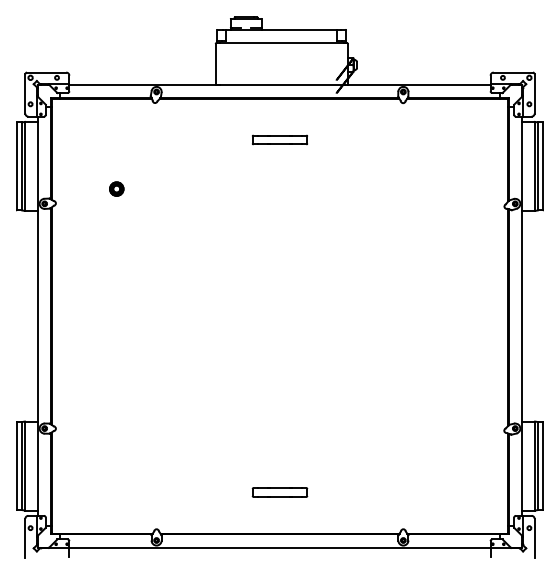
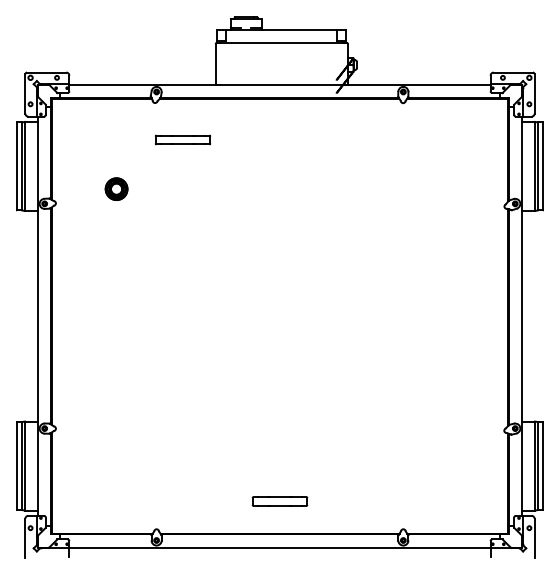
part at (279, 139) position: (279, 139) -> (182, 139)
part at (116, 188) size: 16x16 px -> 25x24 px
part at (279, 492) position: (279, 492) -> (279, 501)
